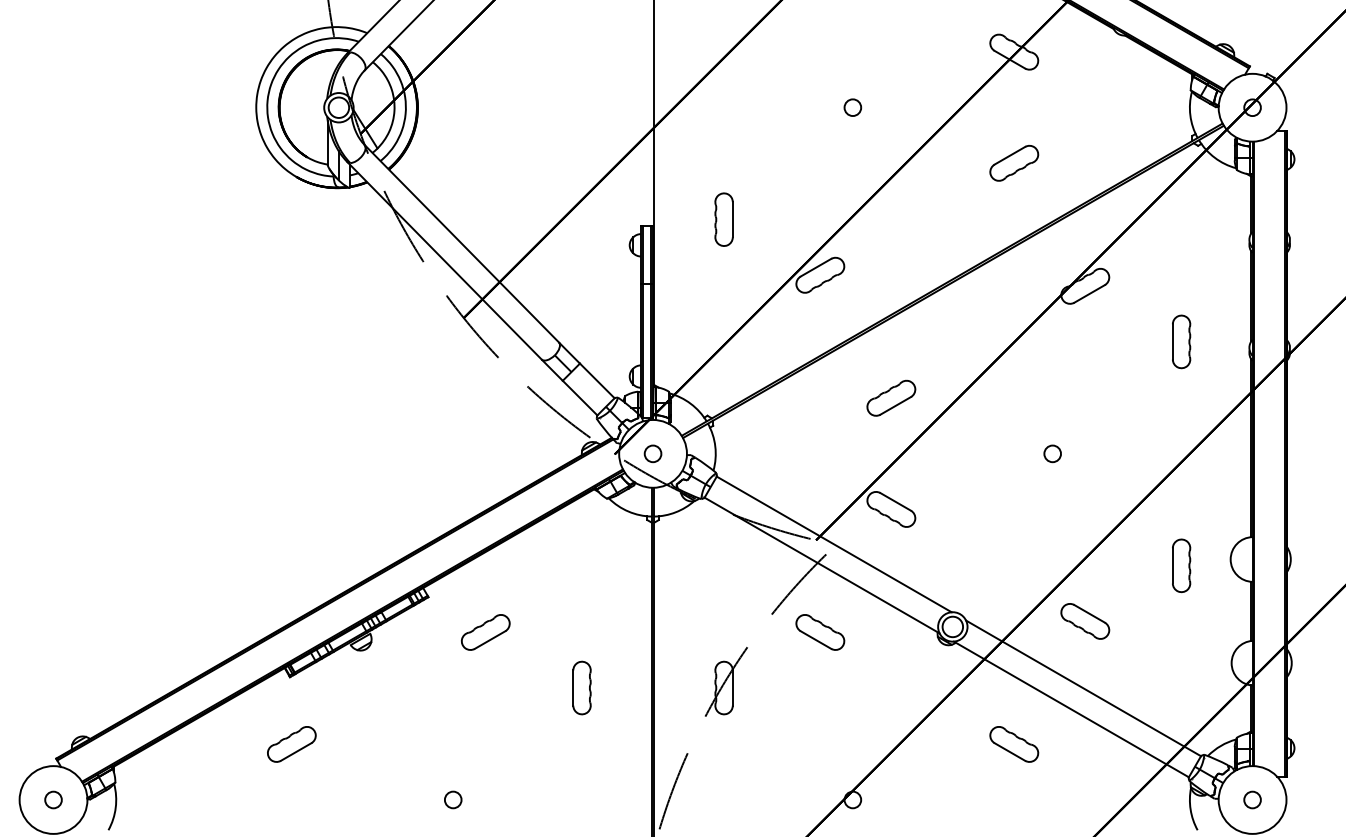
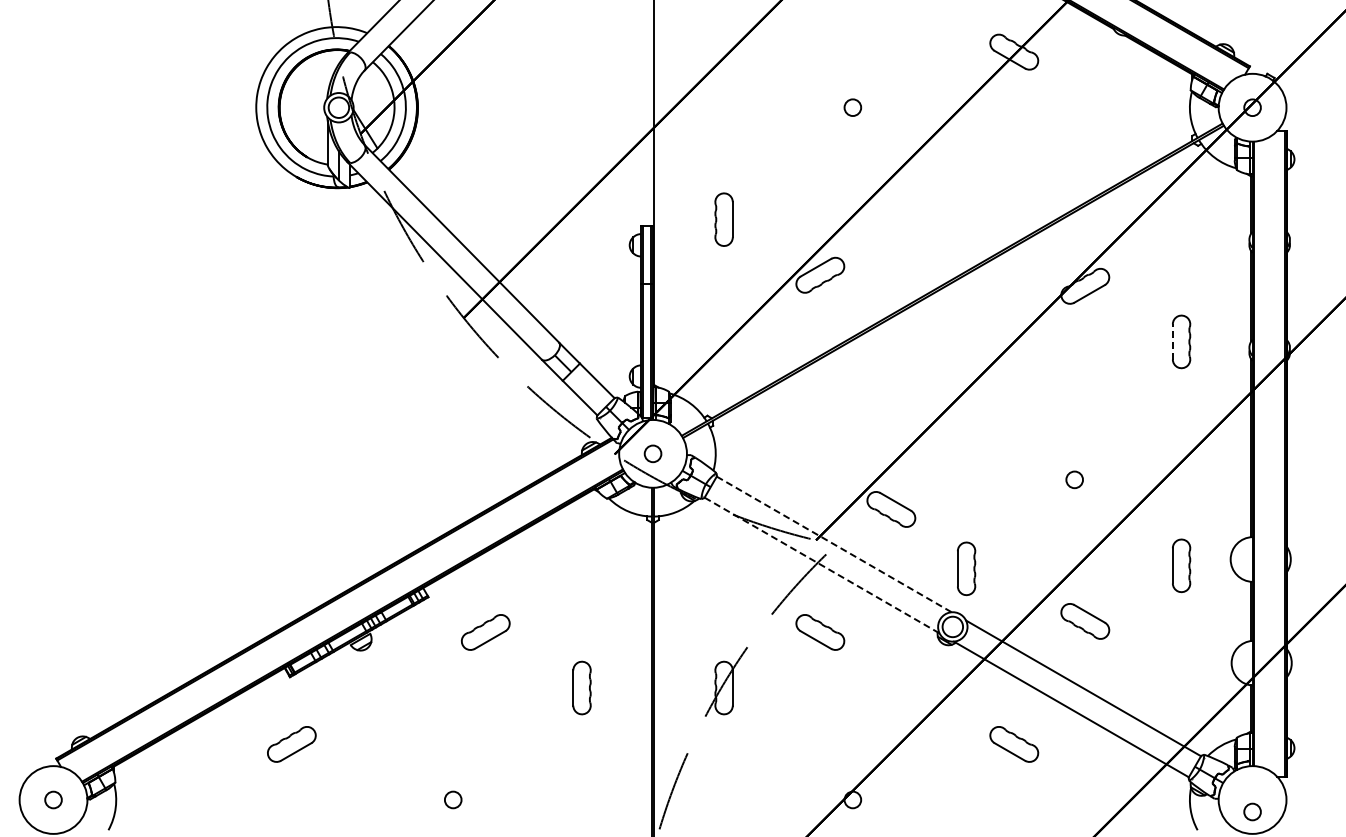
part at (1014, 163): present -> none
line at (1172, 341): solid -> dashed
part at (891, 397): present -> none
circle at (1052, 453) position: (1052, 453) -> (1074, 479)
line at (834, 544): solid -> dashed
line at (822, 565): solid -> dashed
part at (966, 568): none -> present
circle at (1252, 799) position: (1252, 799) -> (1252, 811)
